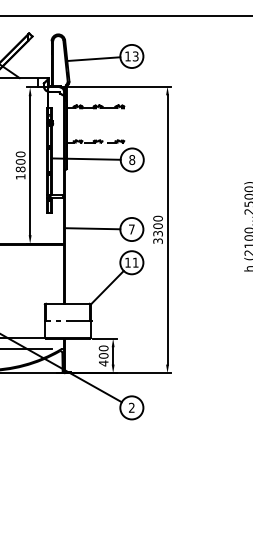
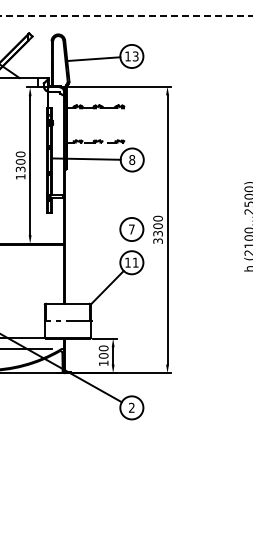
line at (126, 16): solid -> dashed
text at (20, 169): 1800 -> 1300
line at (93, 228): present -> none
text at (103, 363): 400 -> 100
